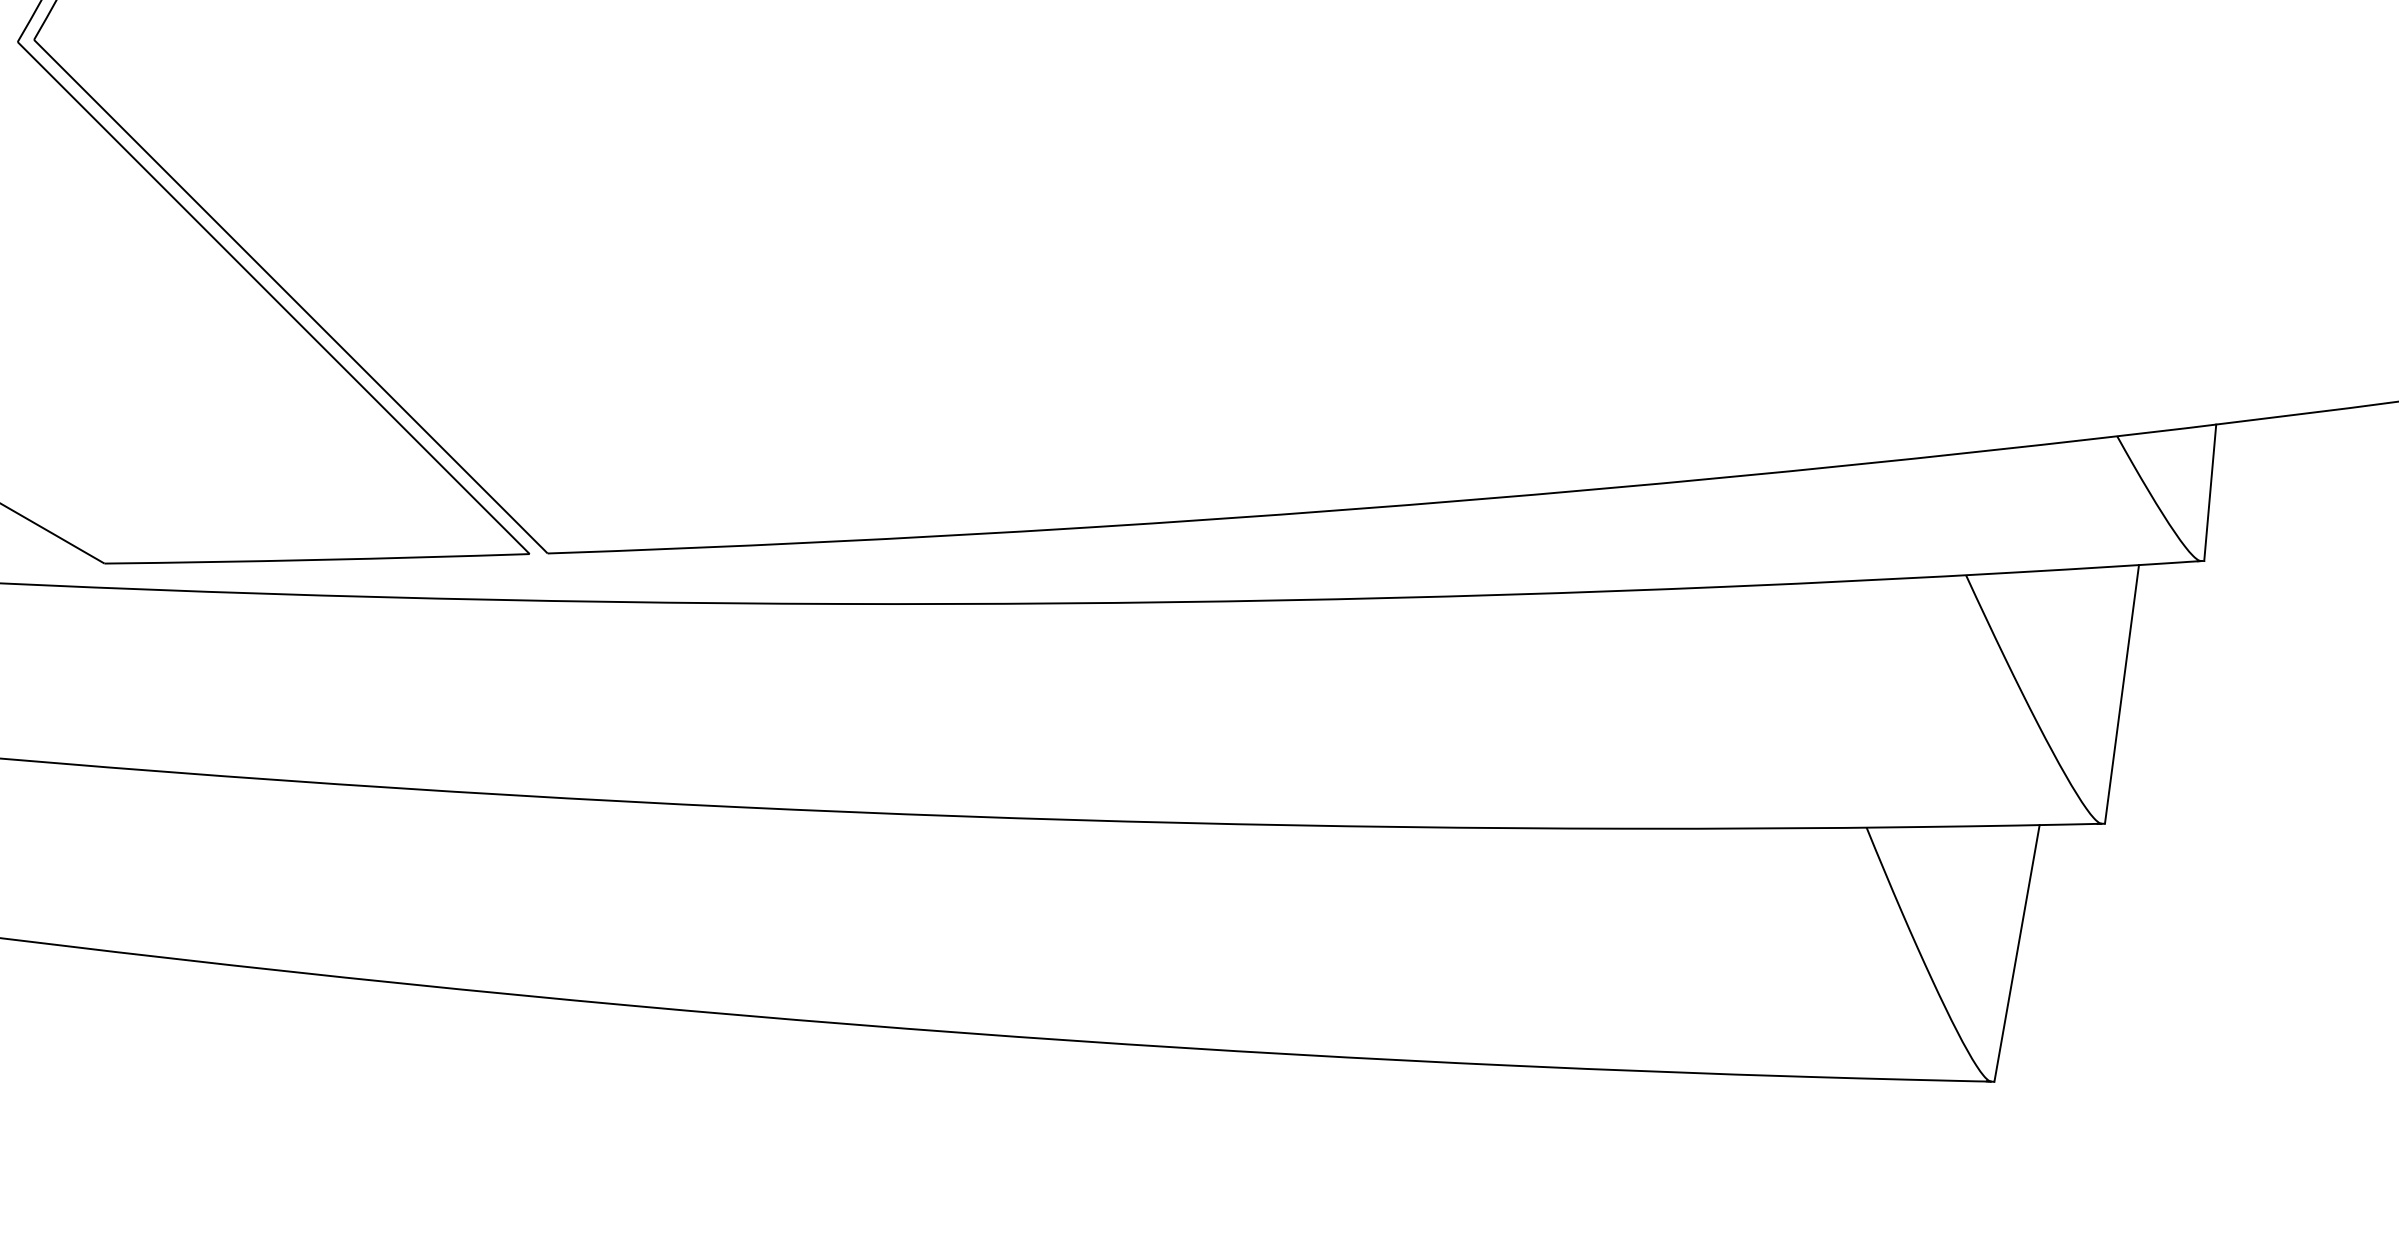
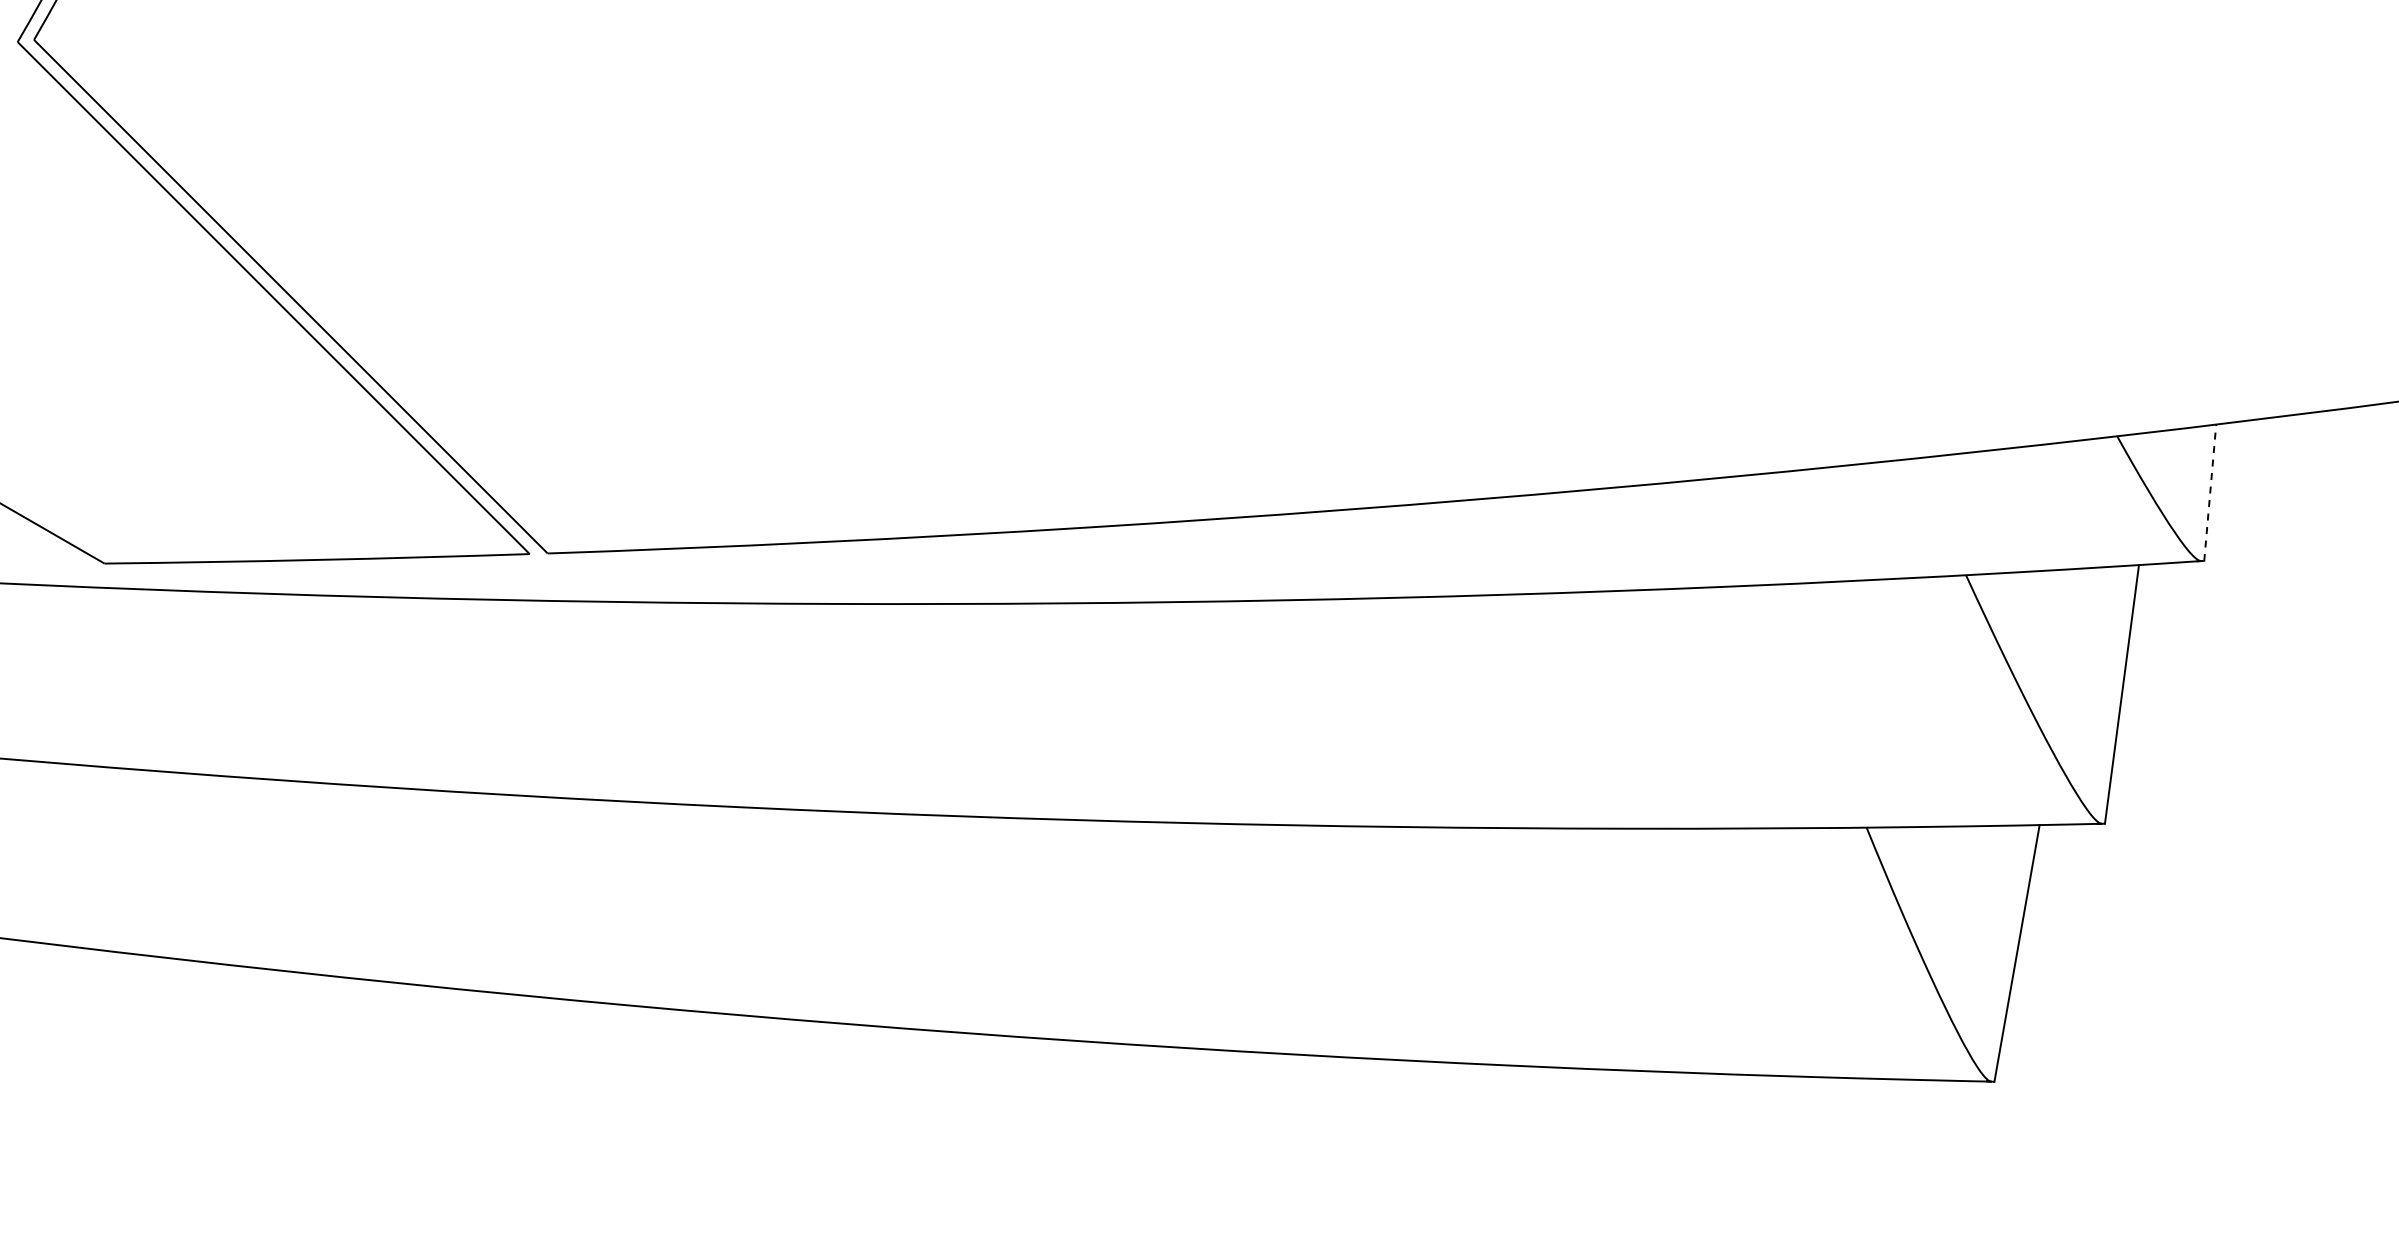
line at (2210, 492): solid -> dashed
